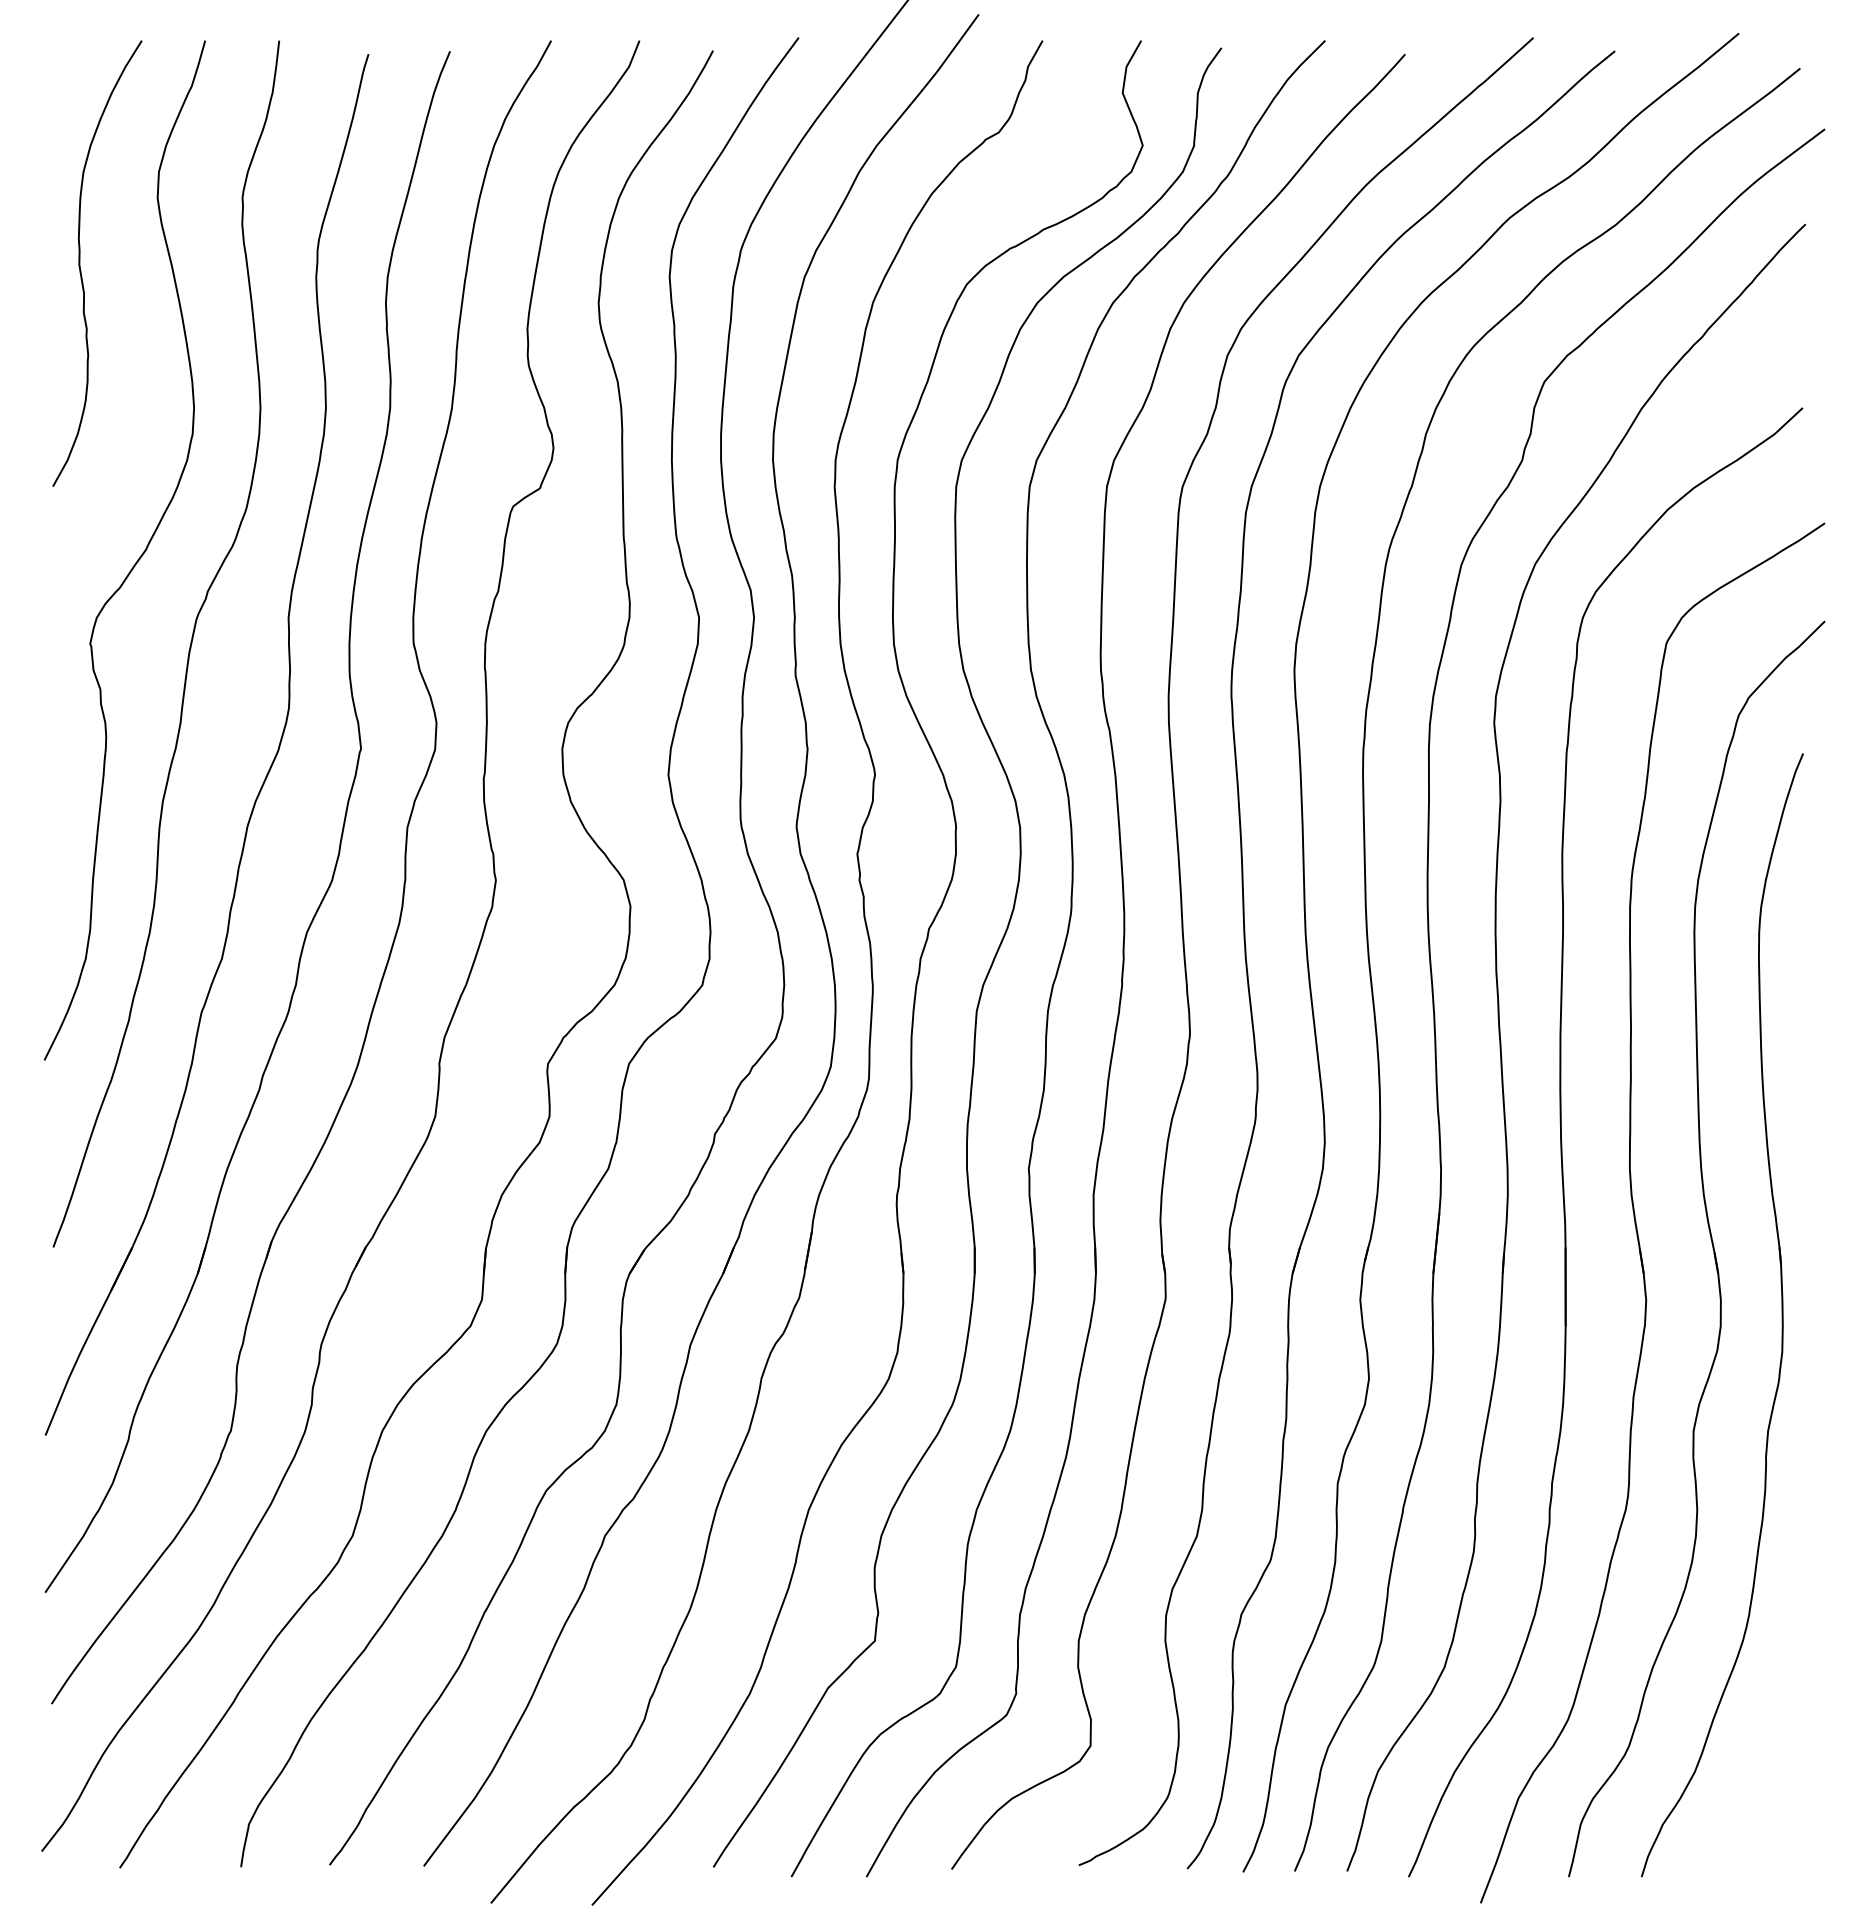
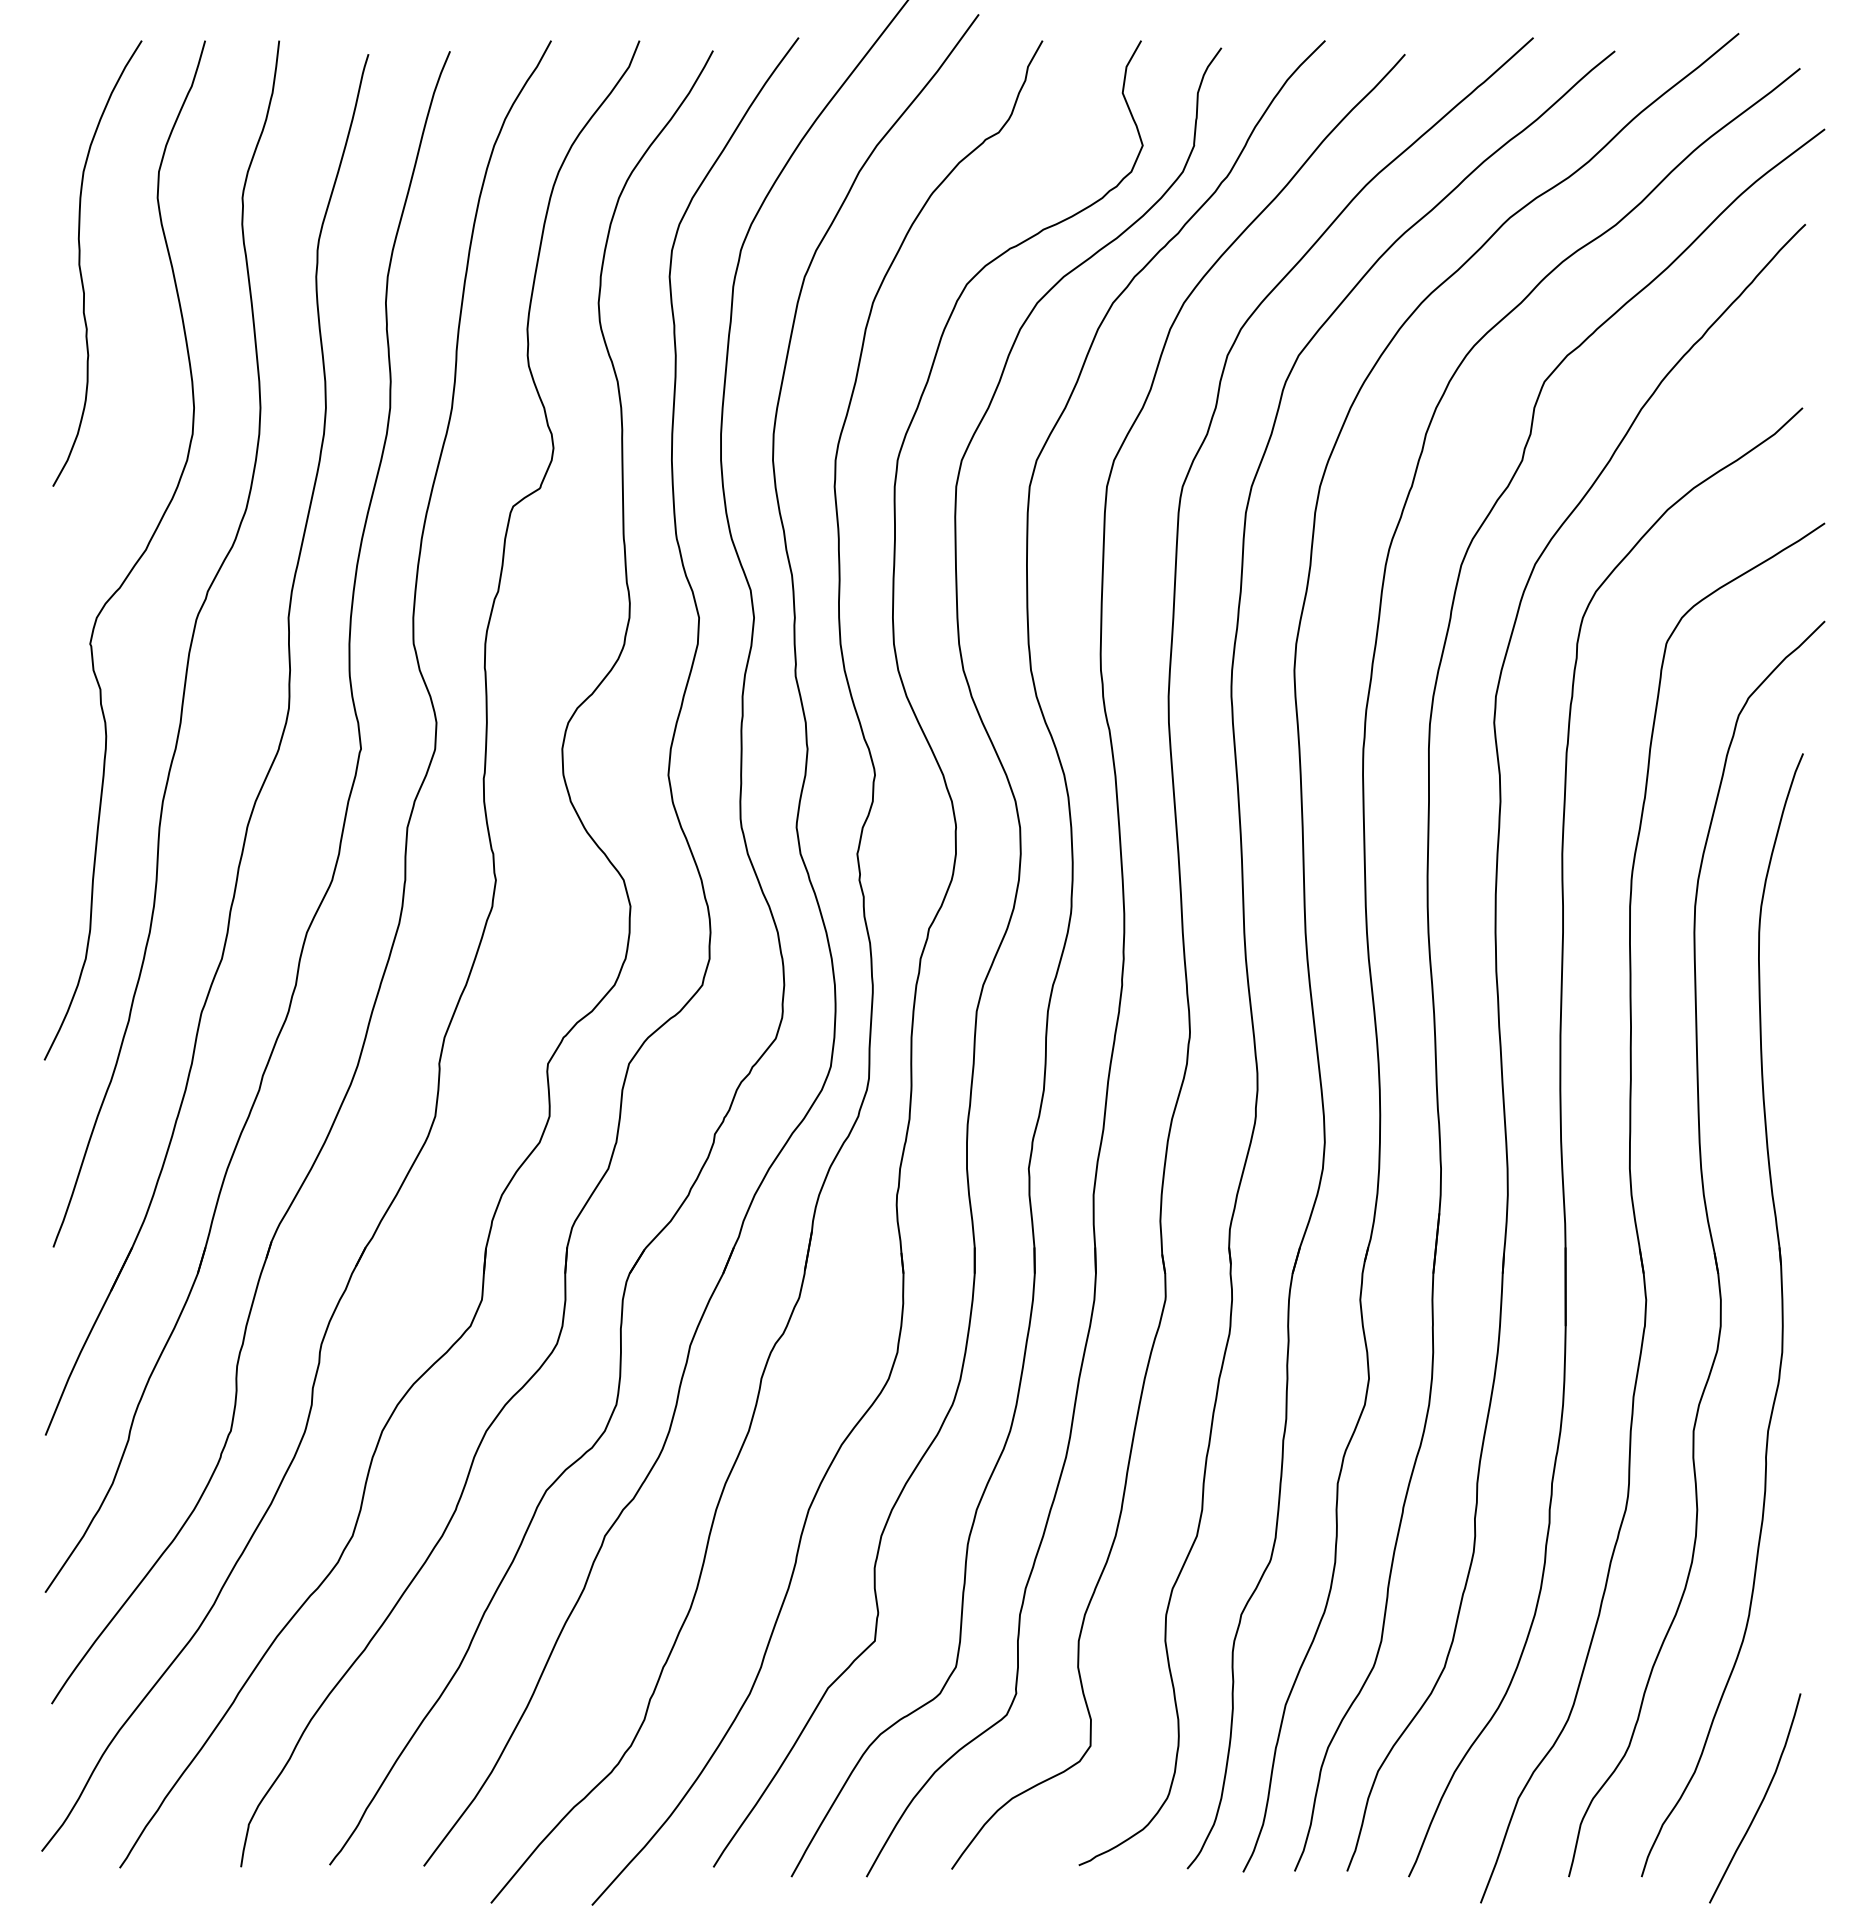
curve at (1761, 1800): none -> present
